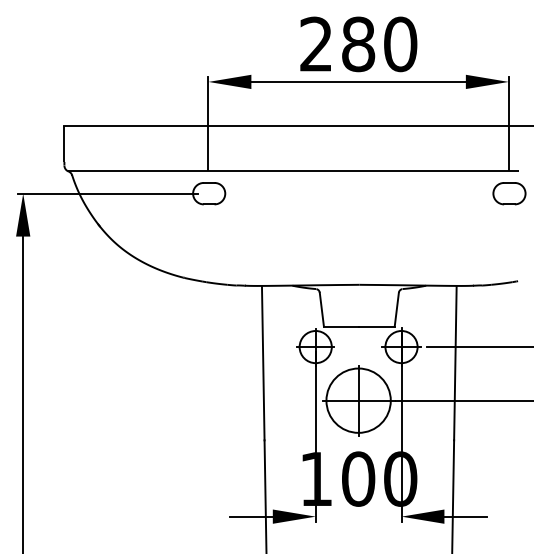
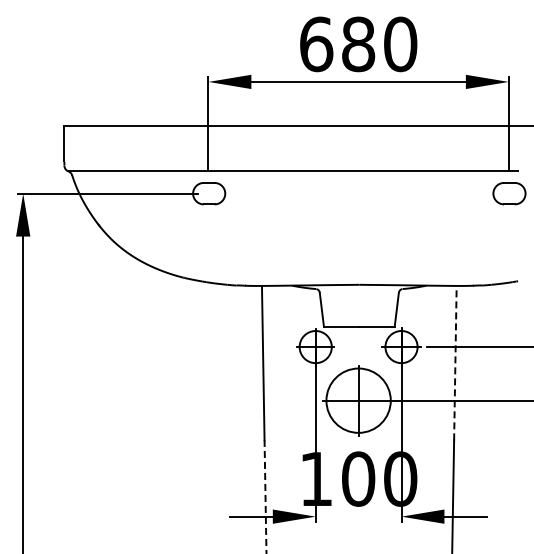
text at (316, 44): 280 -> 680
line at (455, 363): solid -> dashed
line at (265, 496): solid -> dashed
